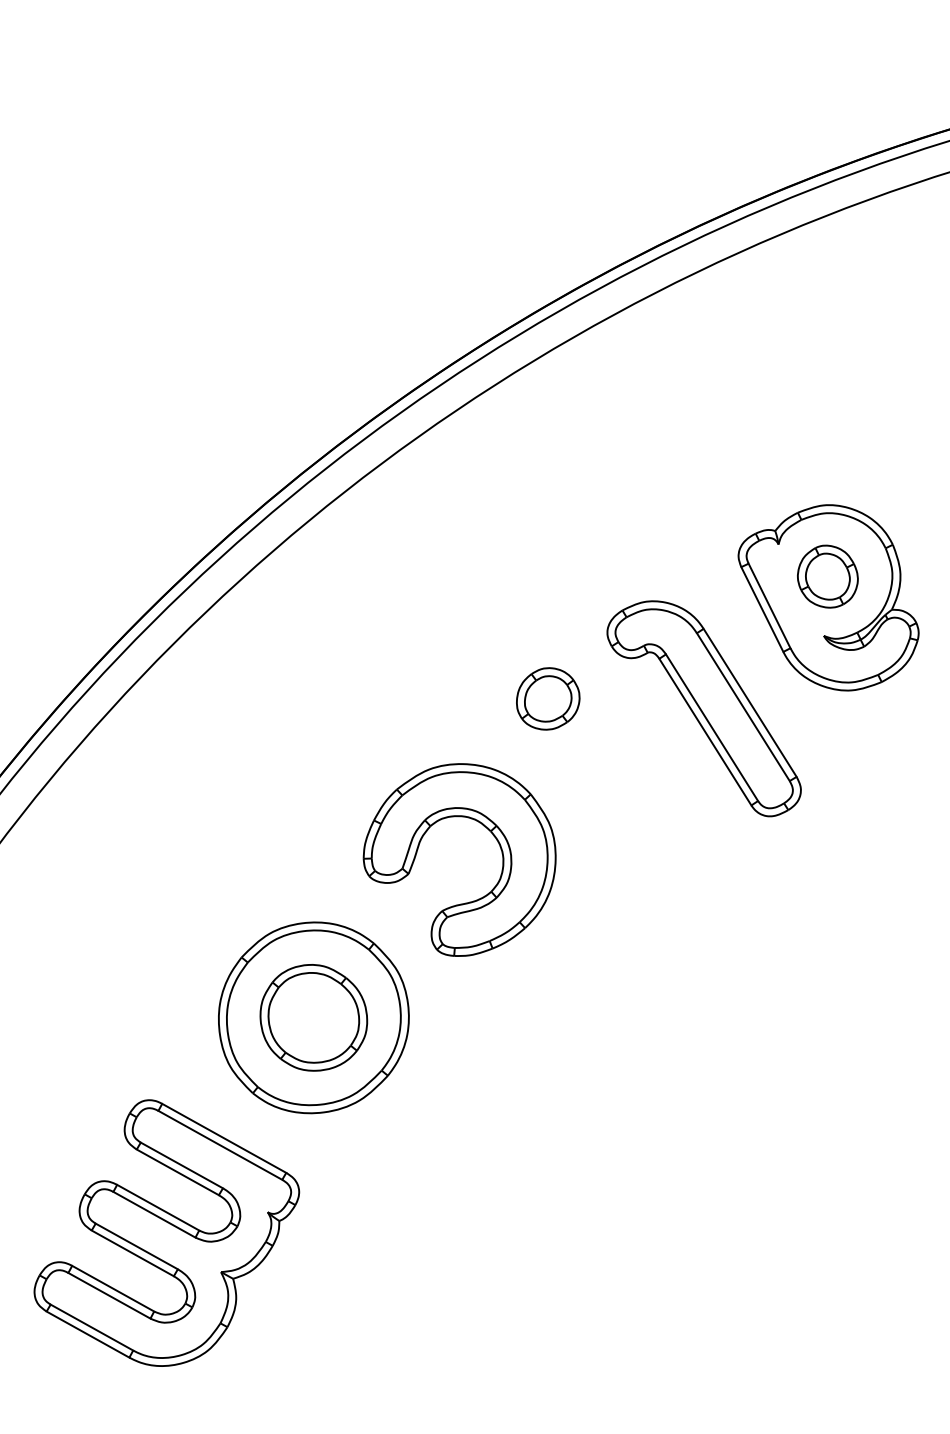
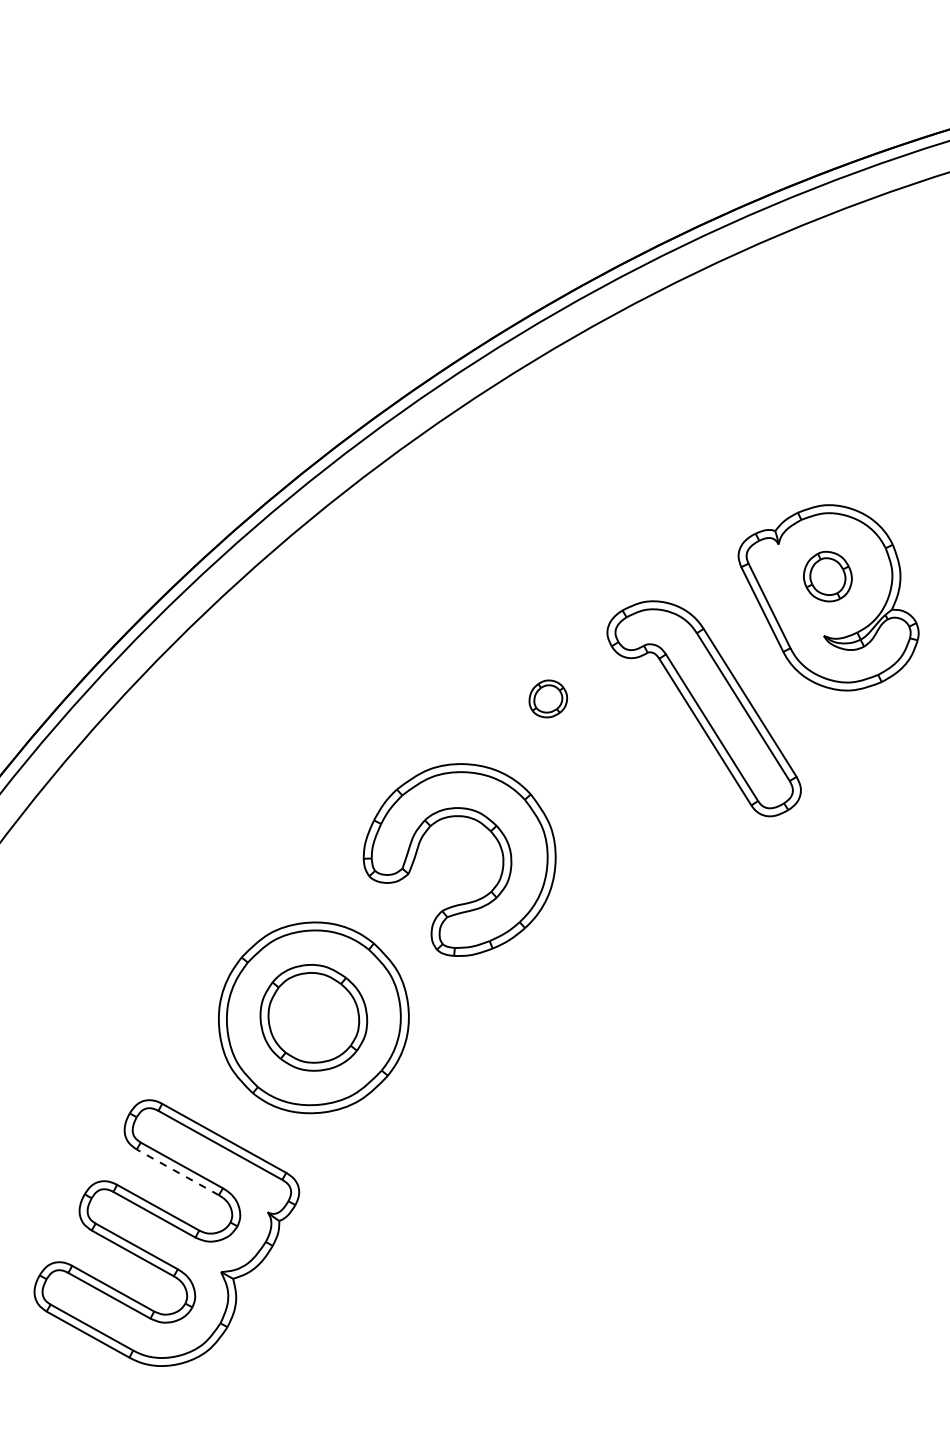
part at (827, 576) size: 62x65 px -> 50x53 px
part at (548, 698) size: 65x64 px -> 41x40 px
line at (177, 1172): solid -> dashed
